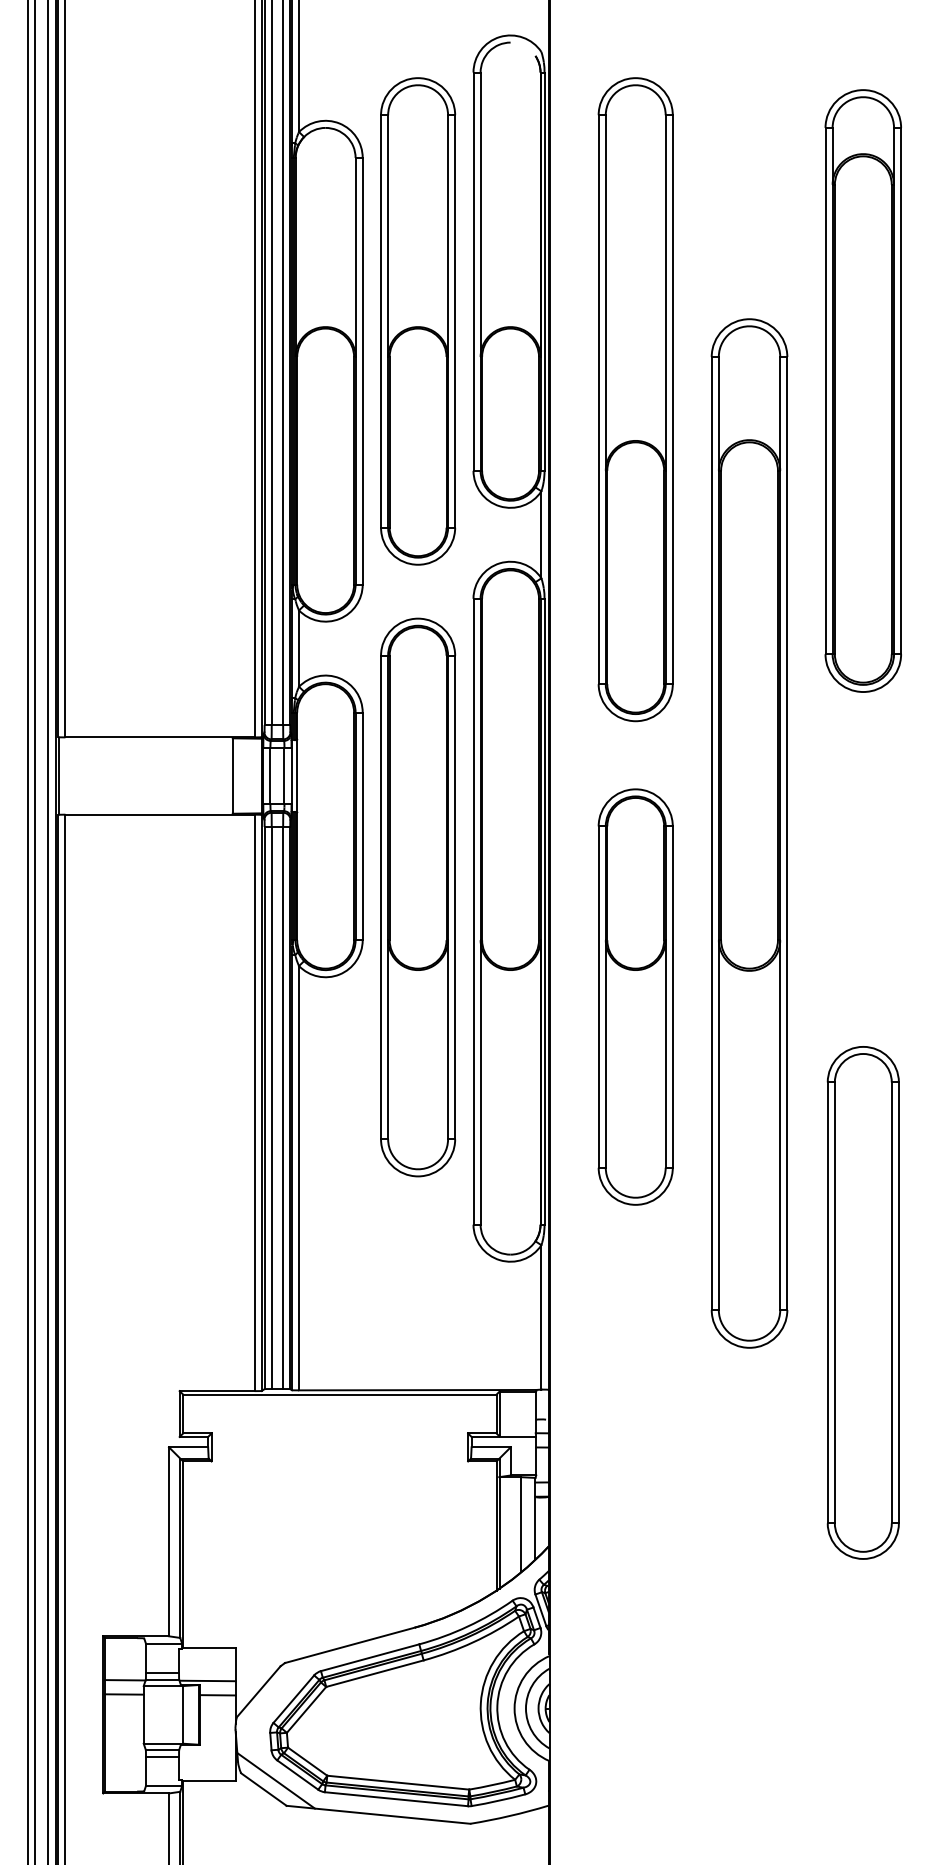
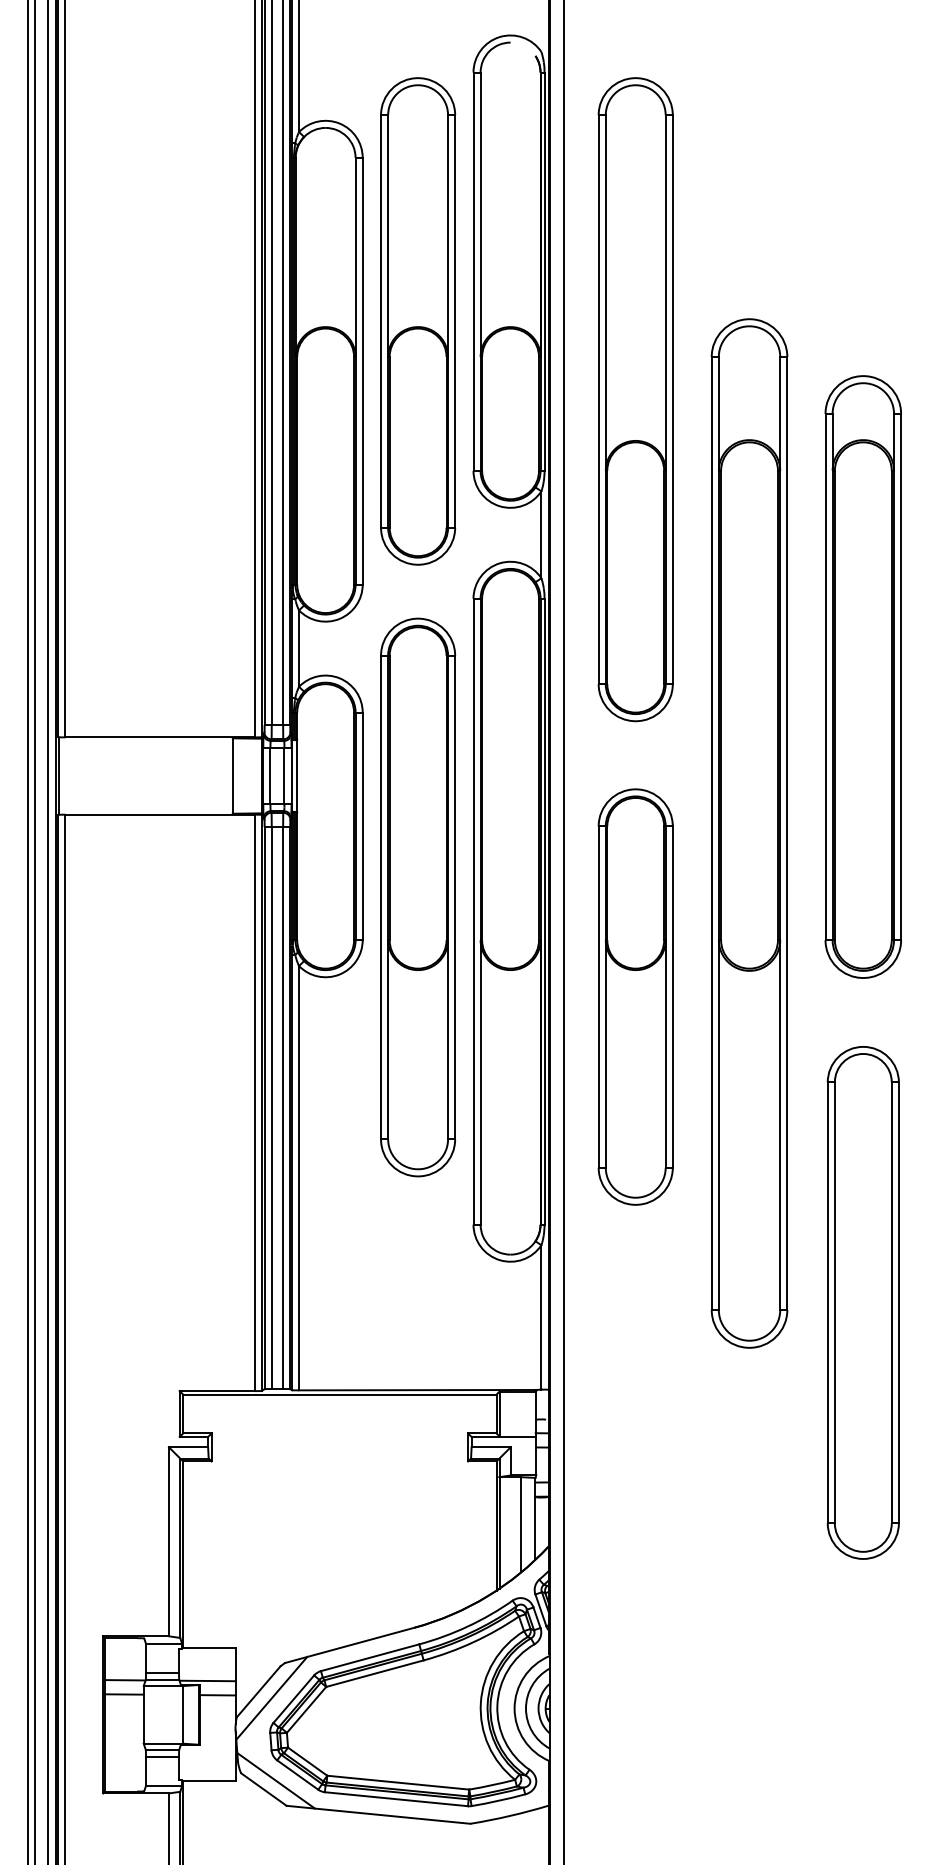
part at (862, 390) position: (862, 390) -> (862, 676)
line at (564, 931): none -> present
line at (271, 1697): none -> present
